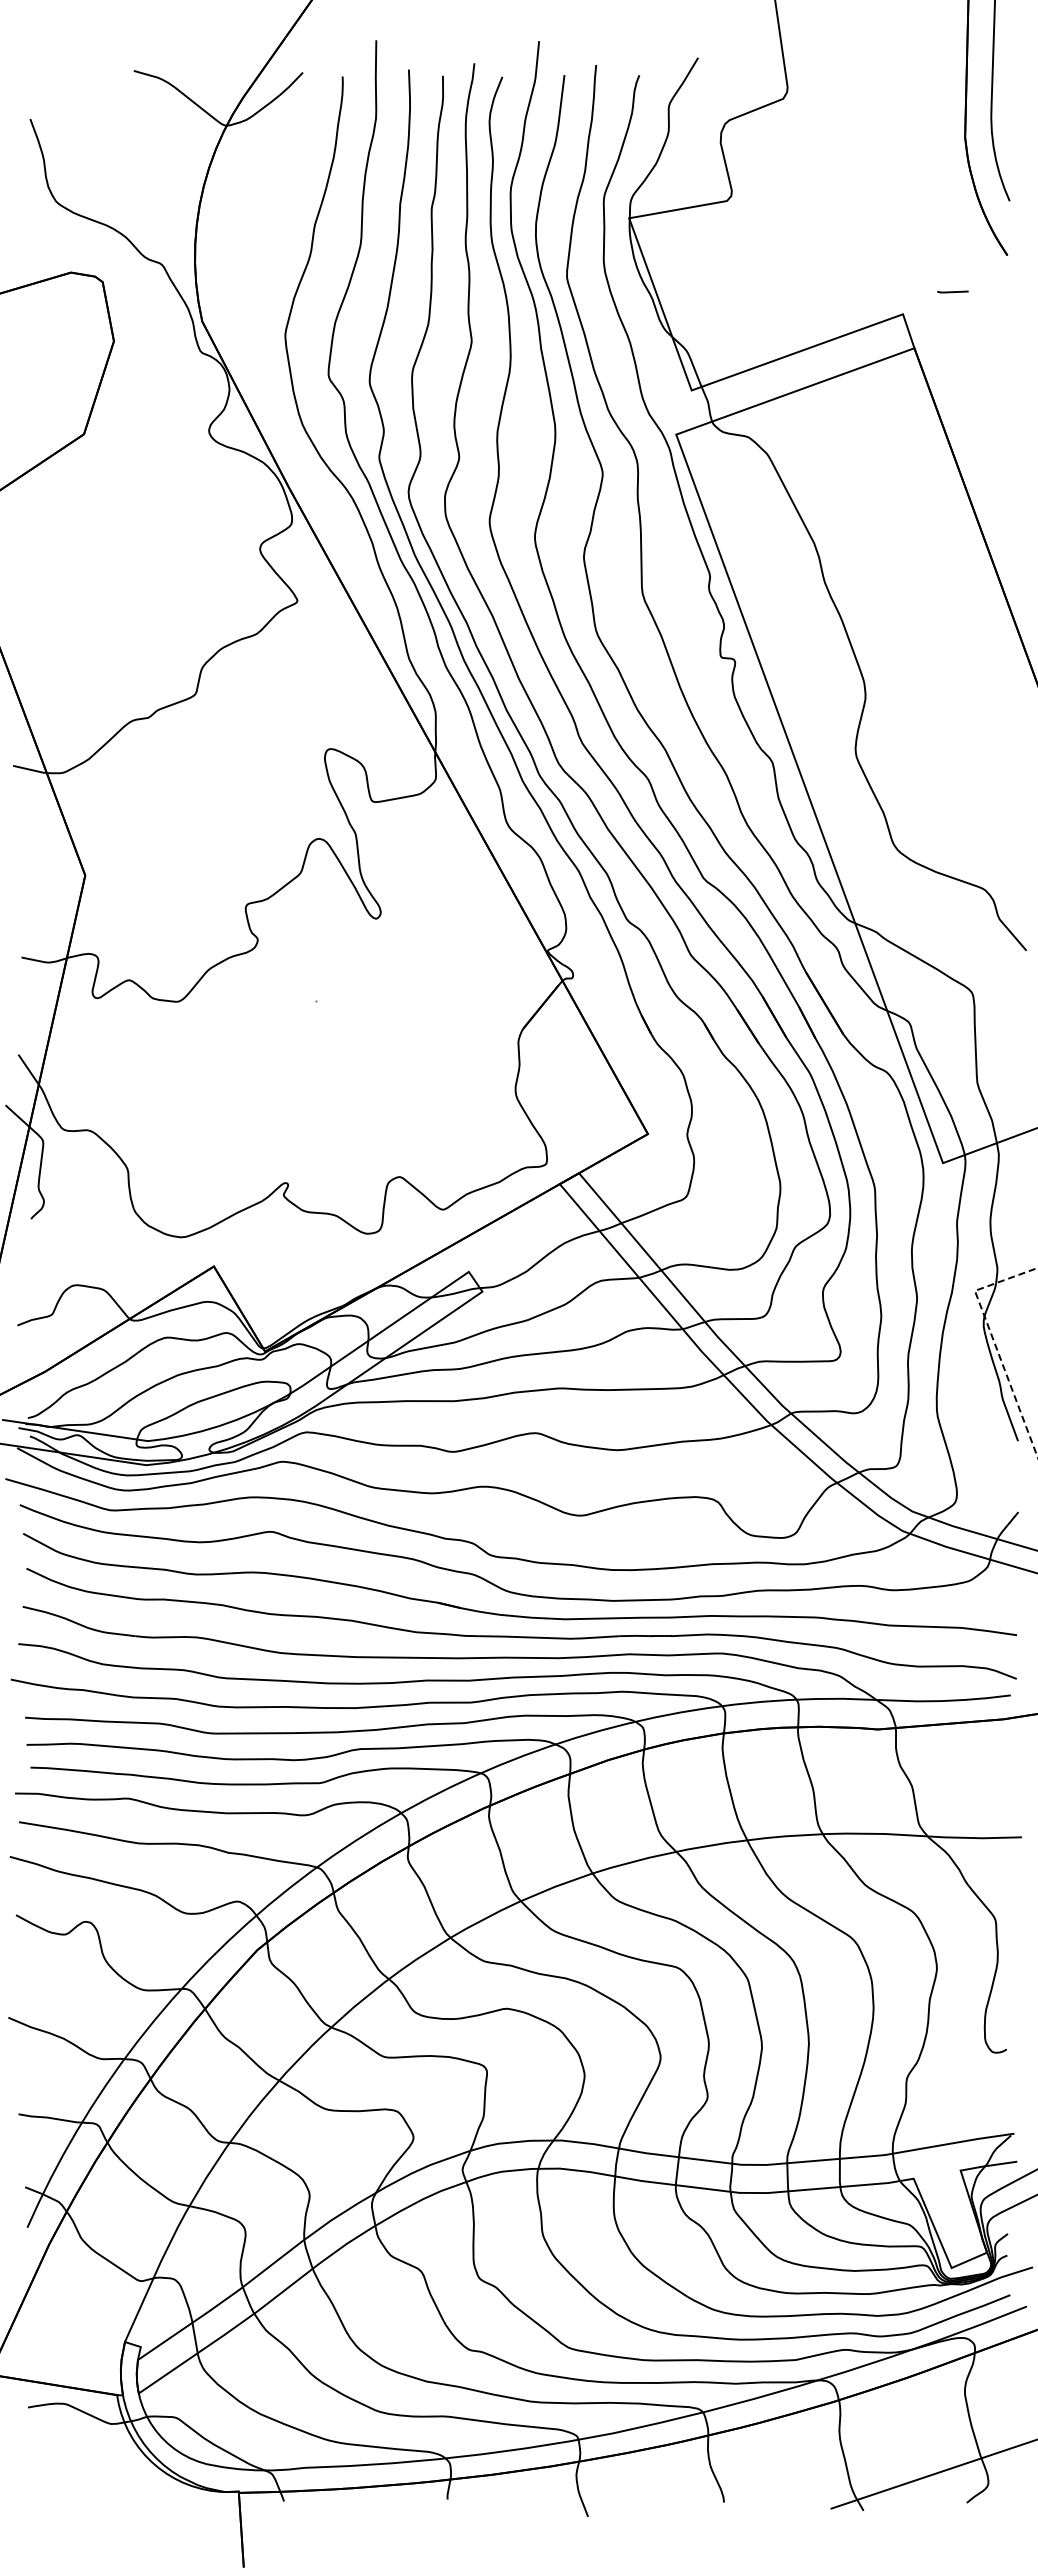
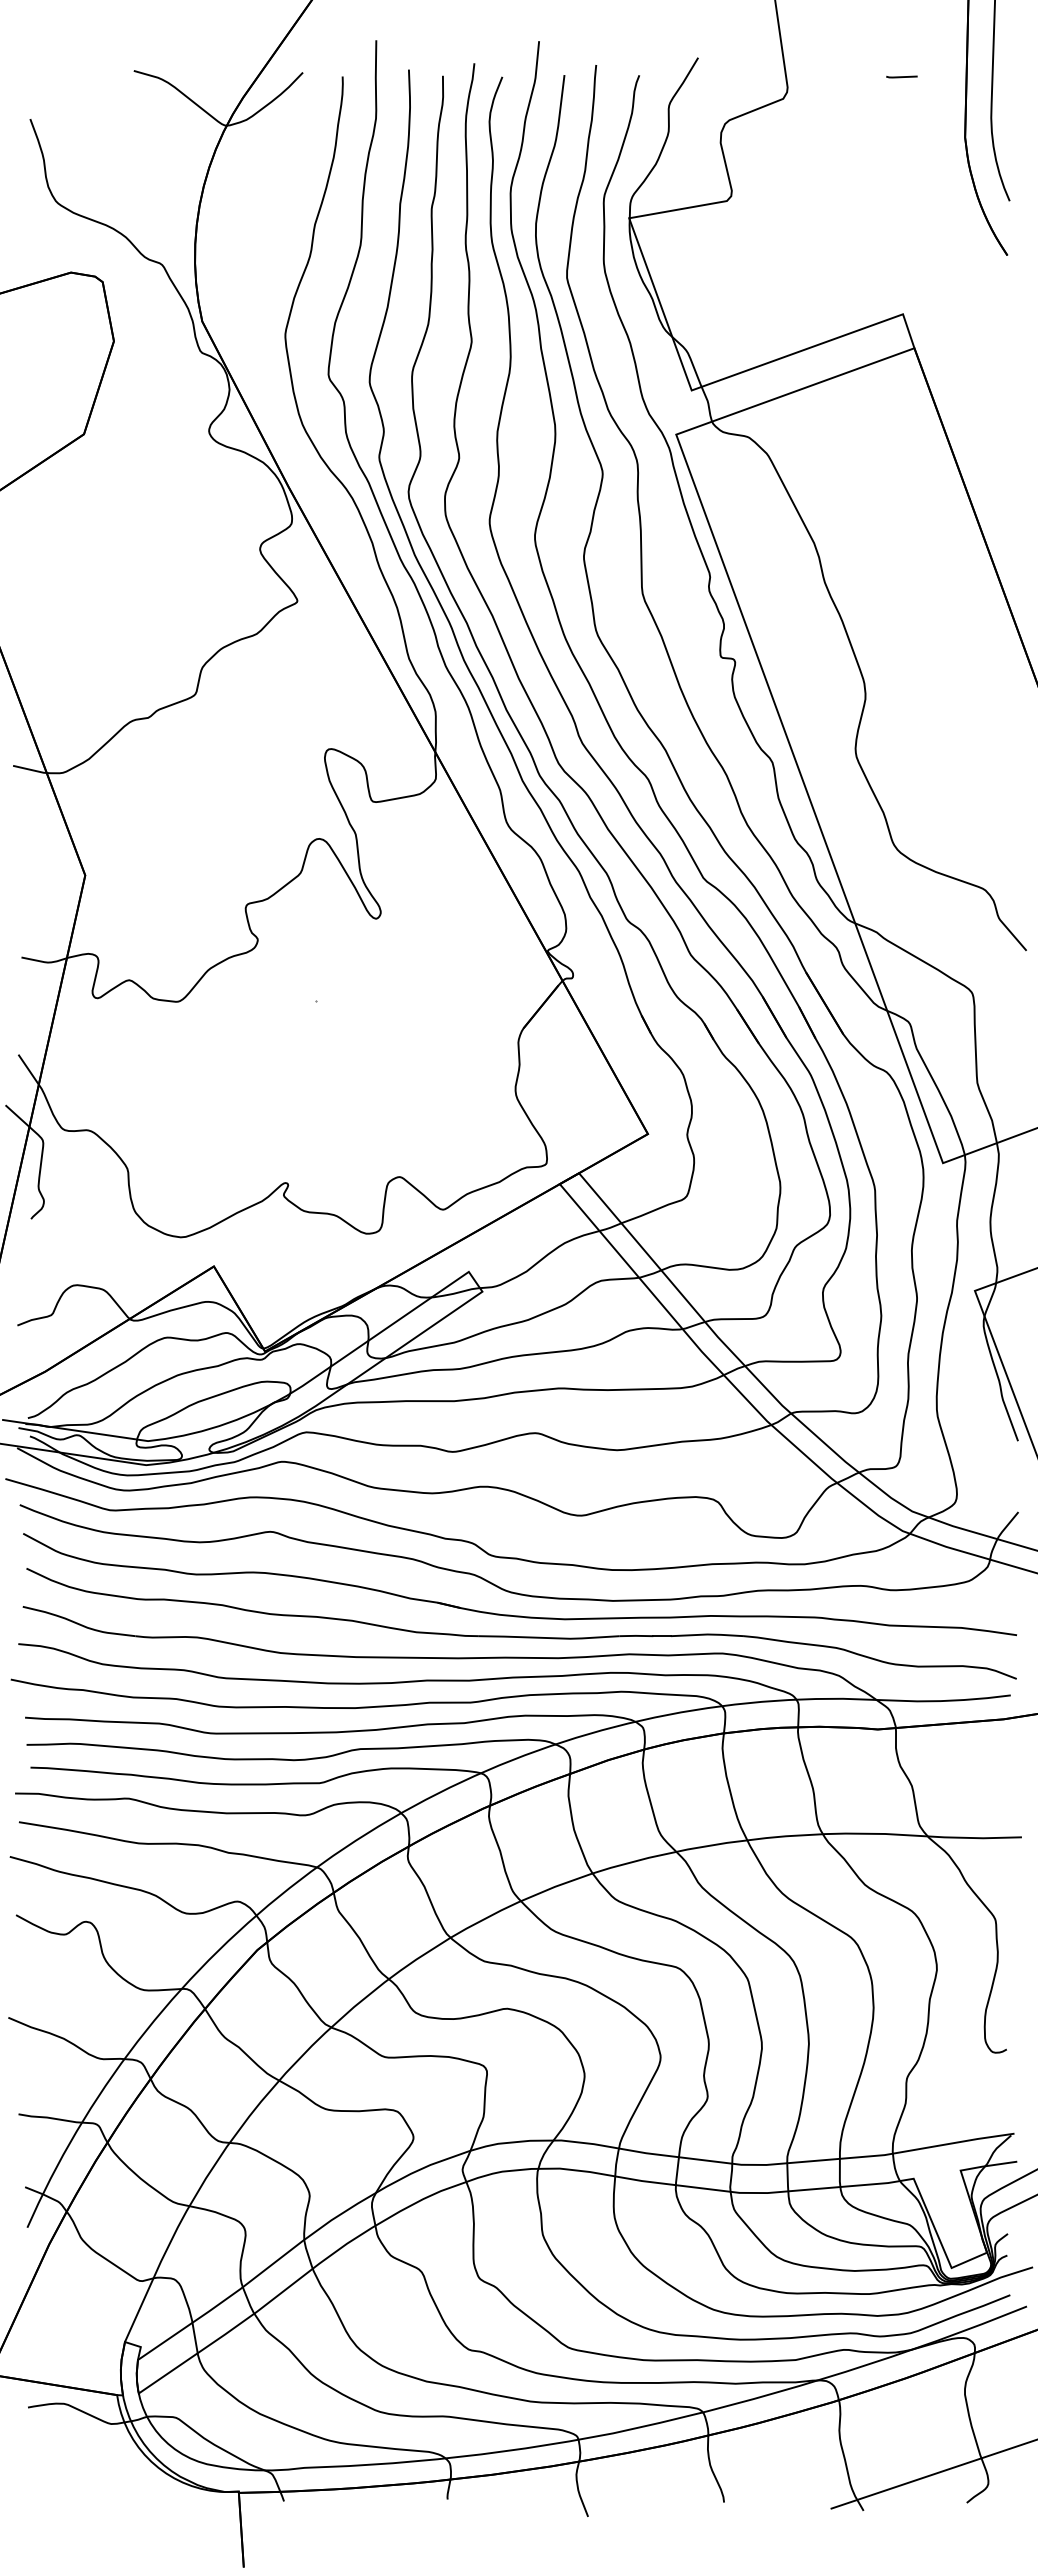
line at (952, 291) position: (952, 291) -> (901, 76)
line at (994, 1342): dashed -> solid
